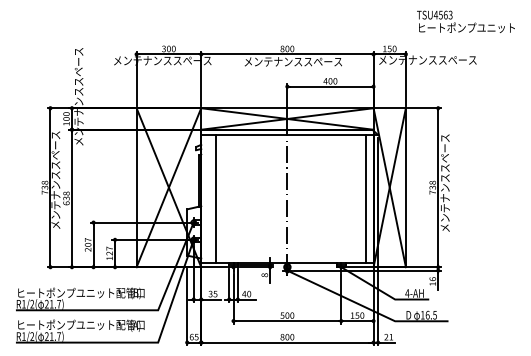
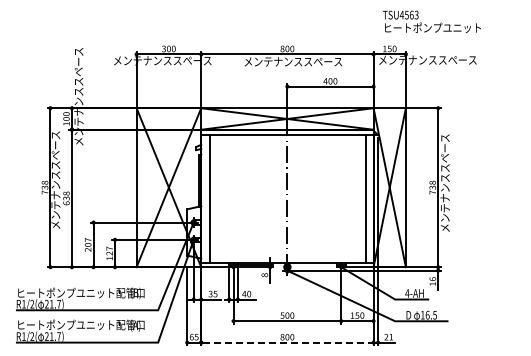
text at (465, 21) position: (465, 21) -> (431, 21)
line at (216, 198) position: (216, 198) -> (210, 198)
line at (287, 342): solid -> dashed
